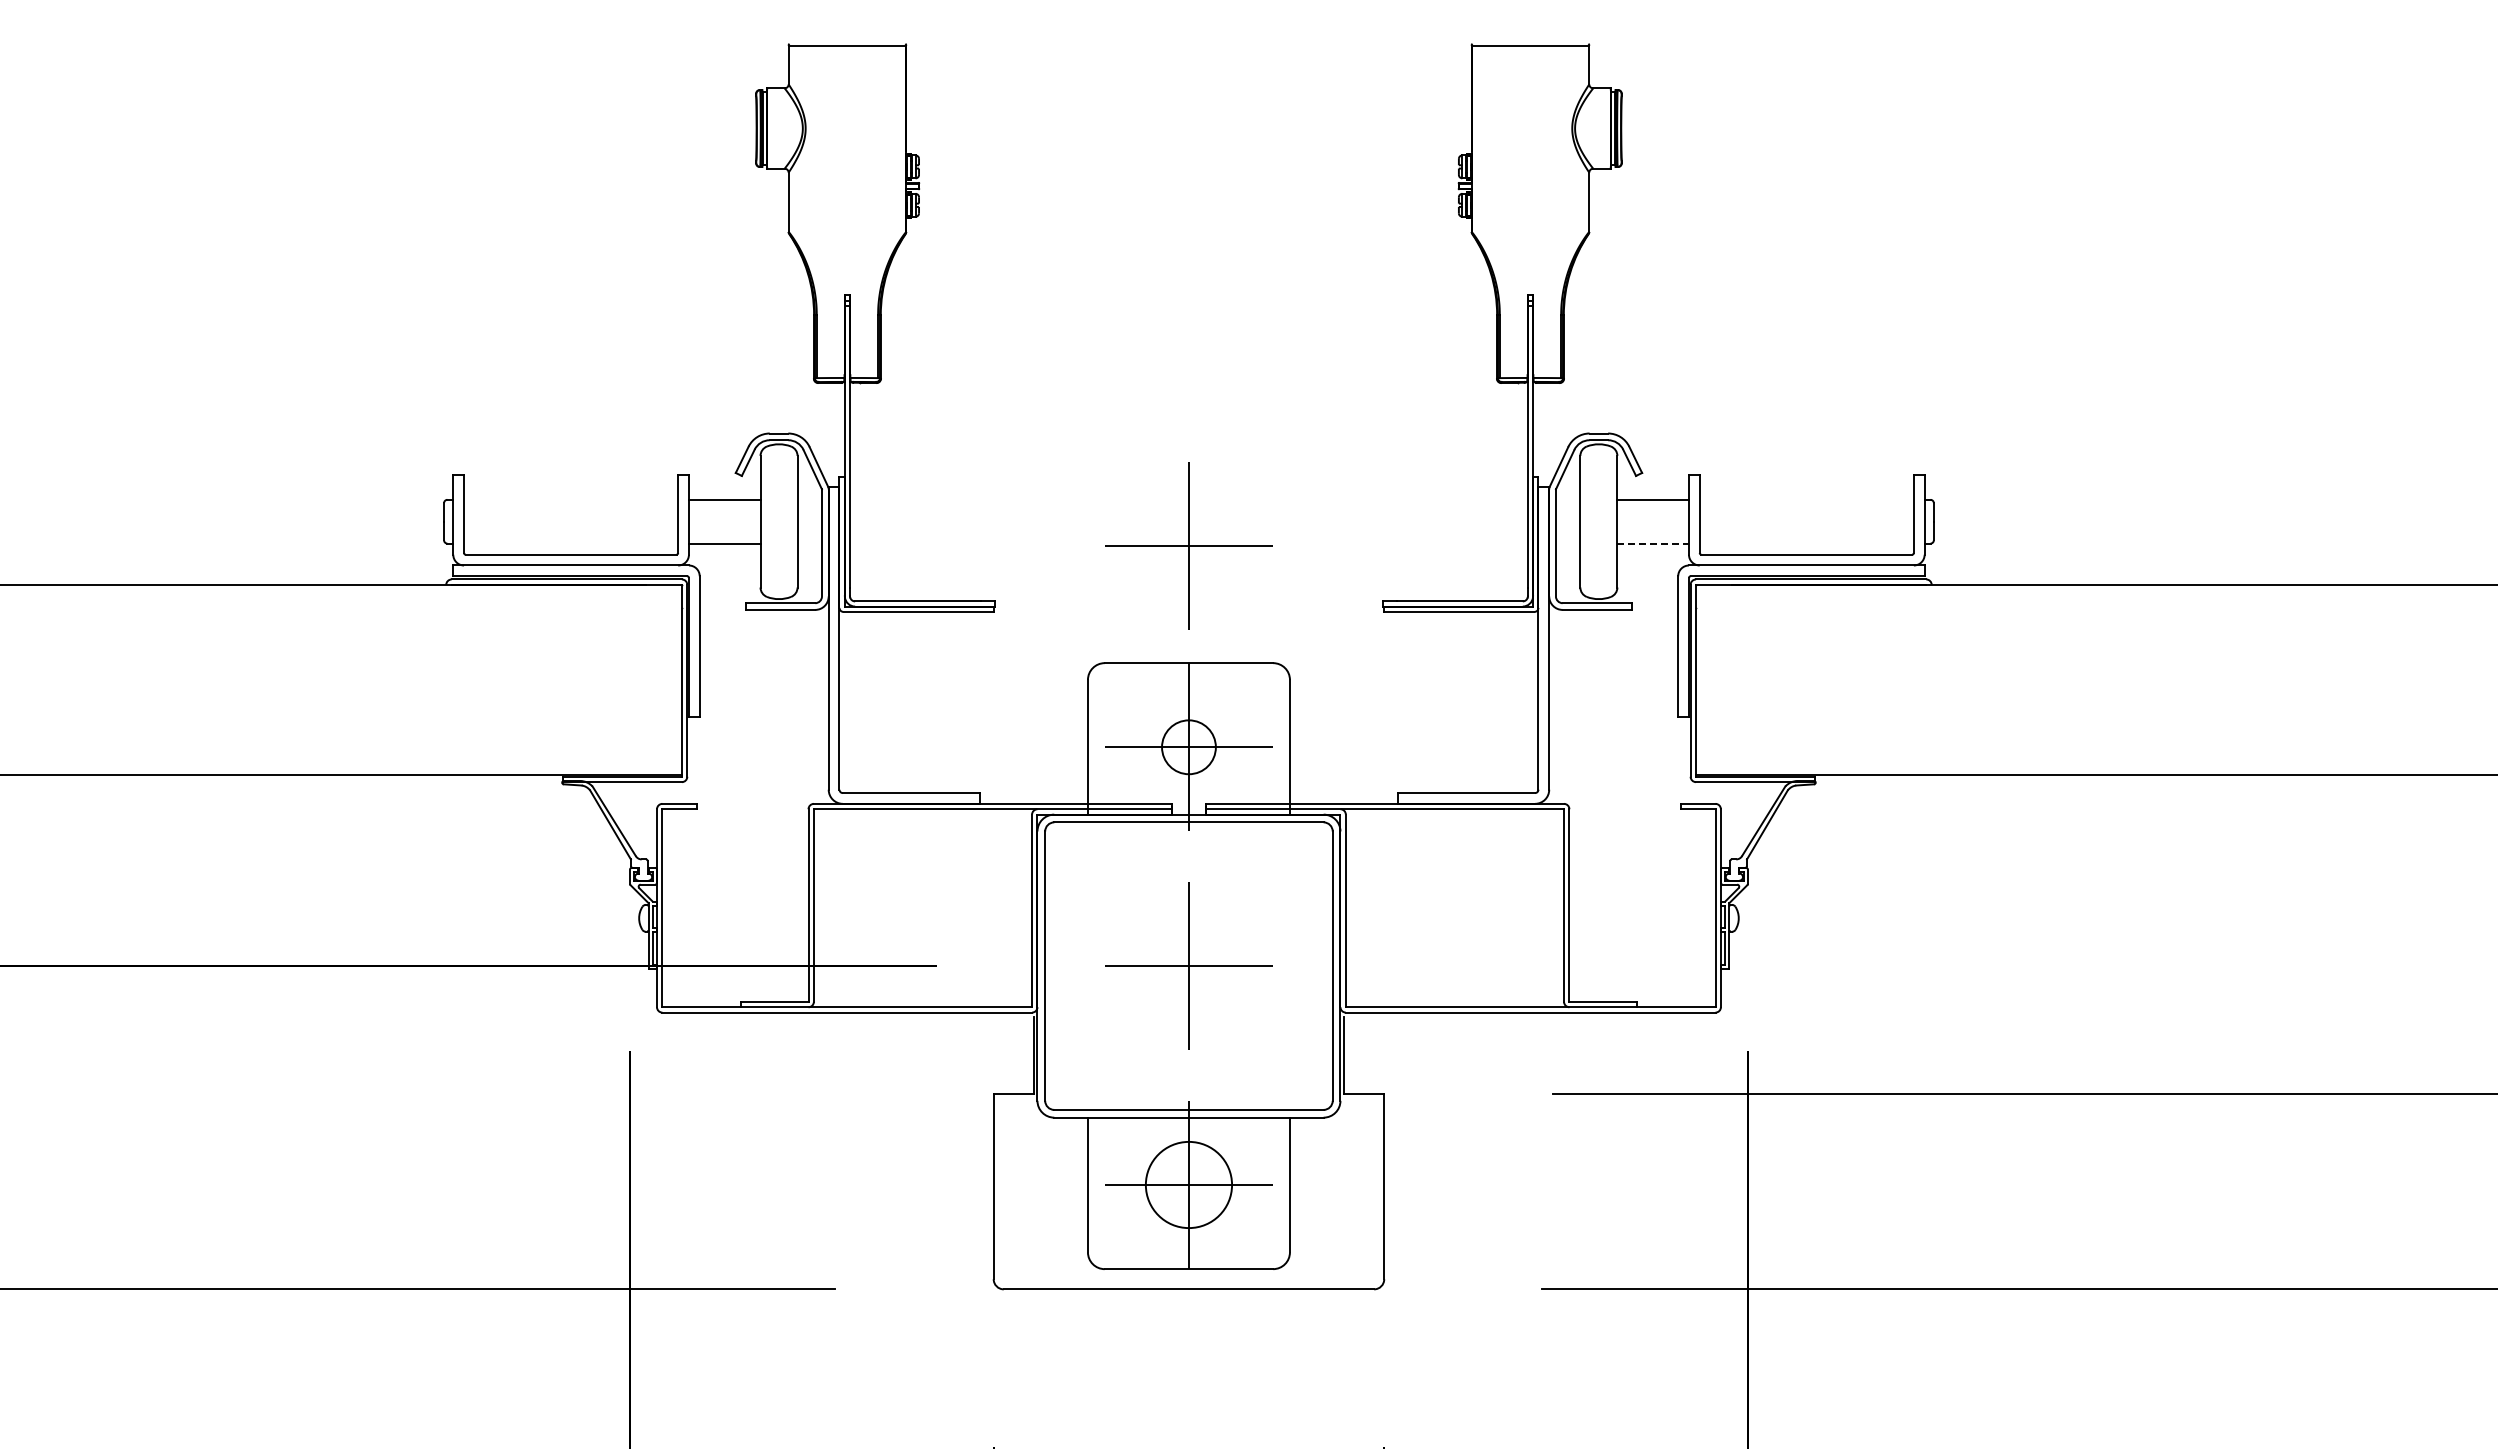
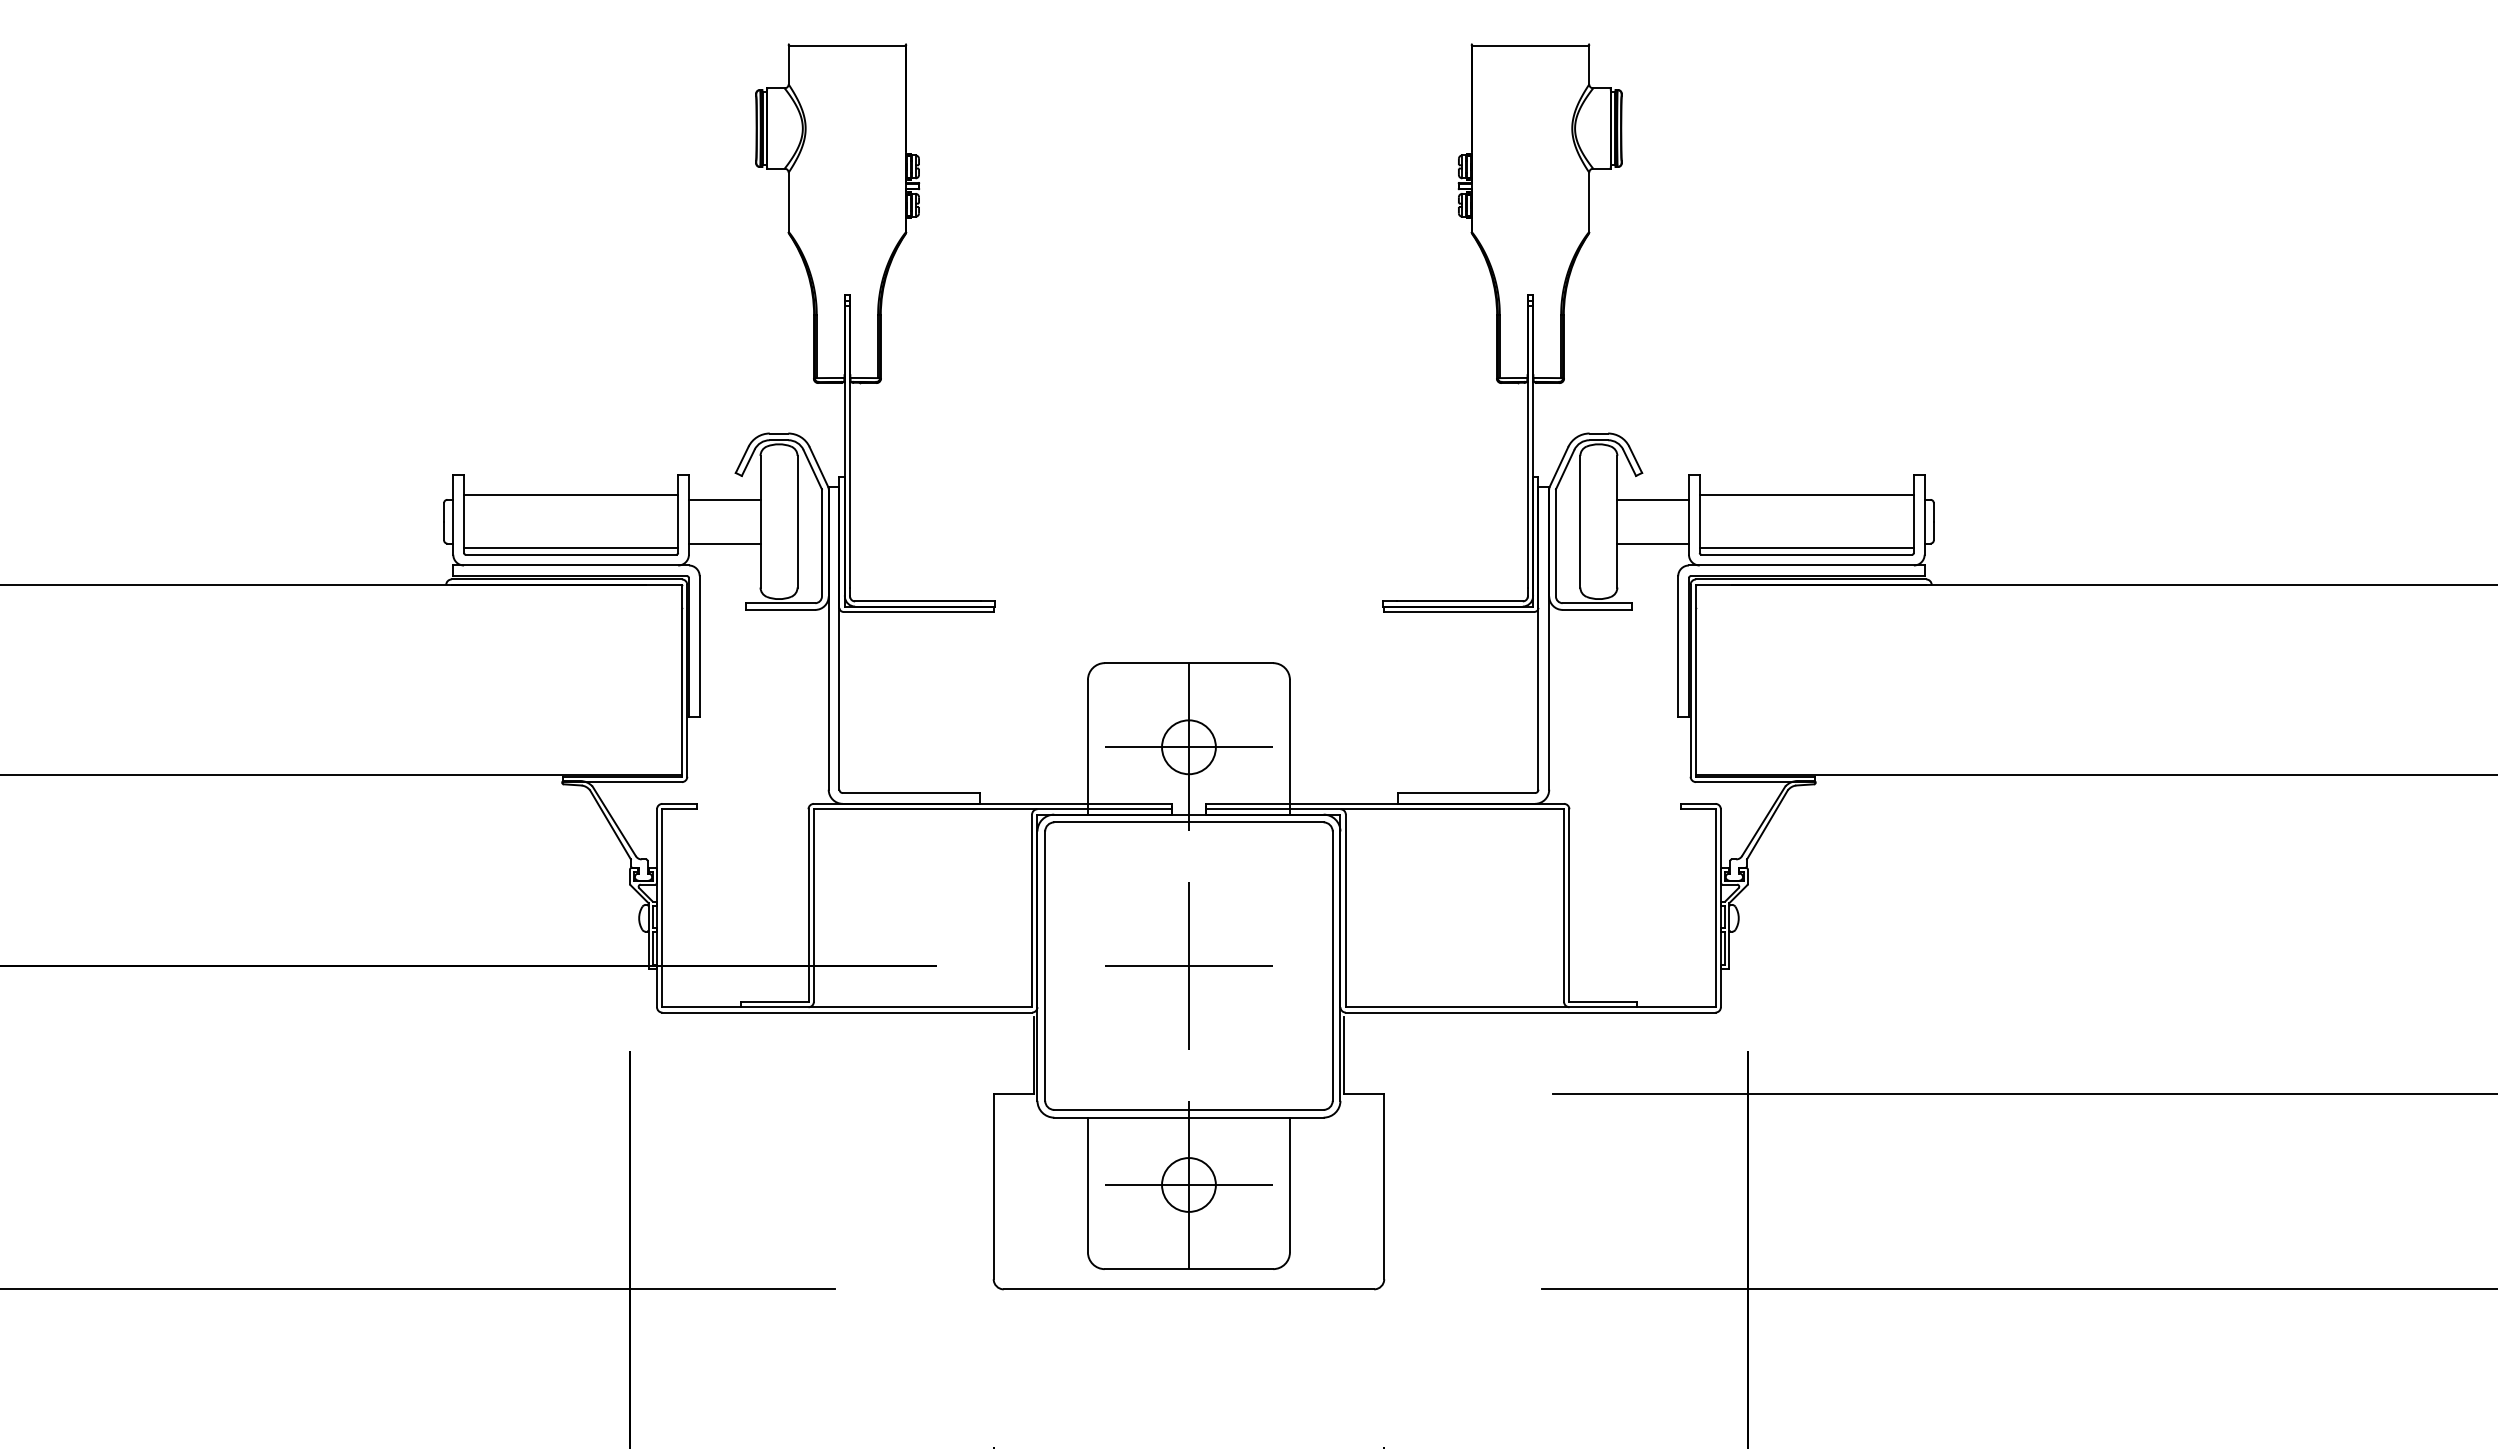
line at (571, 494): none -> present
line at (1806, 494): none -> present
line at (1653, 543): dashed -> solid
part at (1188, 545): present -> none
line at (571, 548): none -> present
line at (1806, 548): none -> present
circle at (1188, 1184) diameter: 86 px -> 54 px
